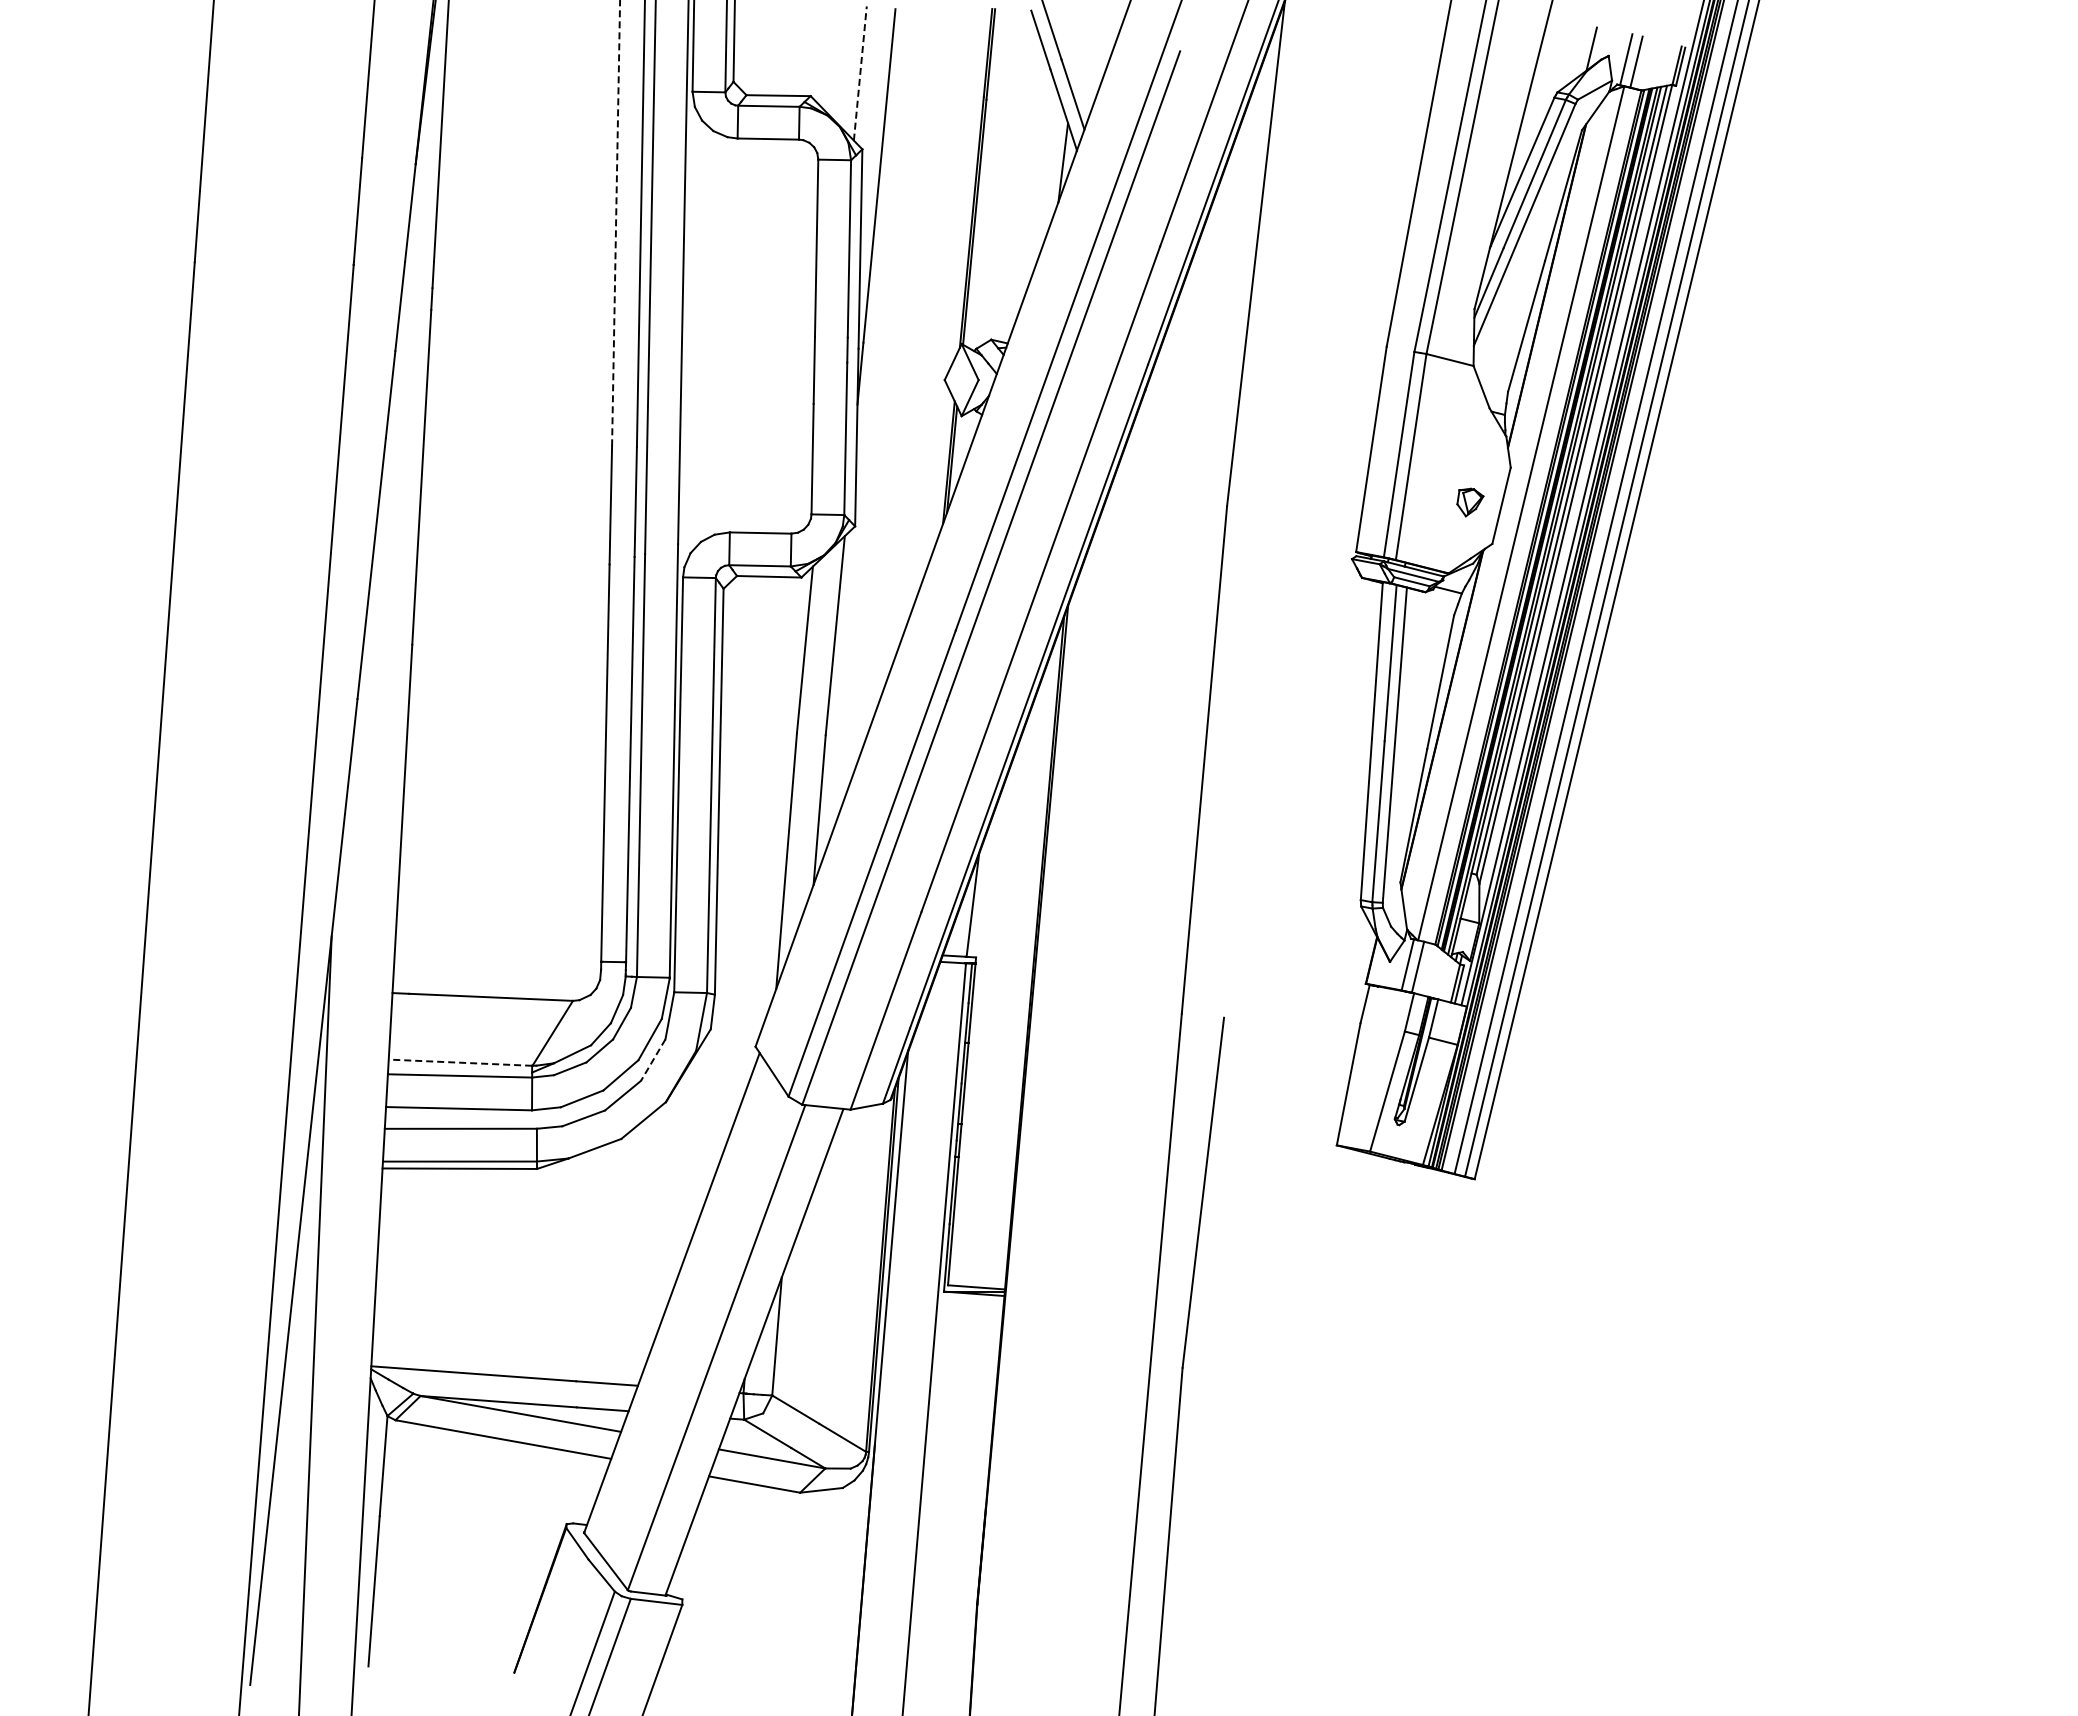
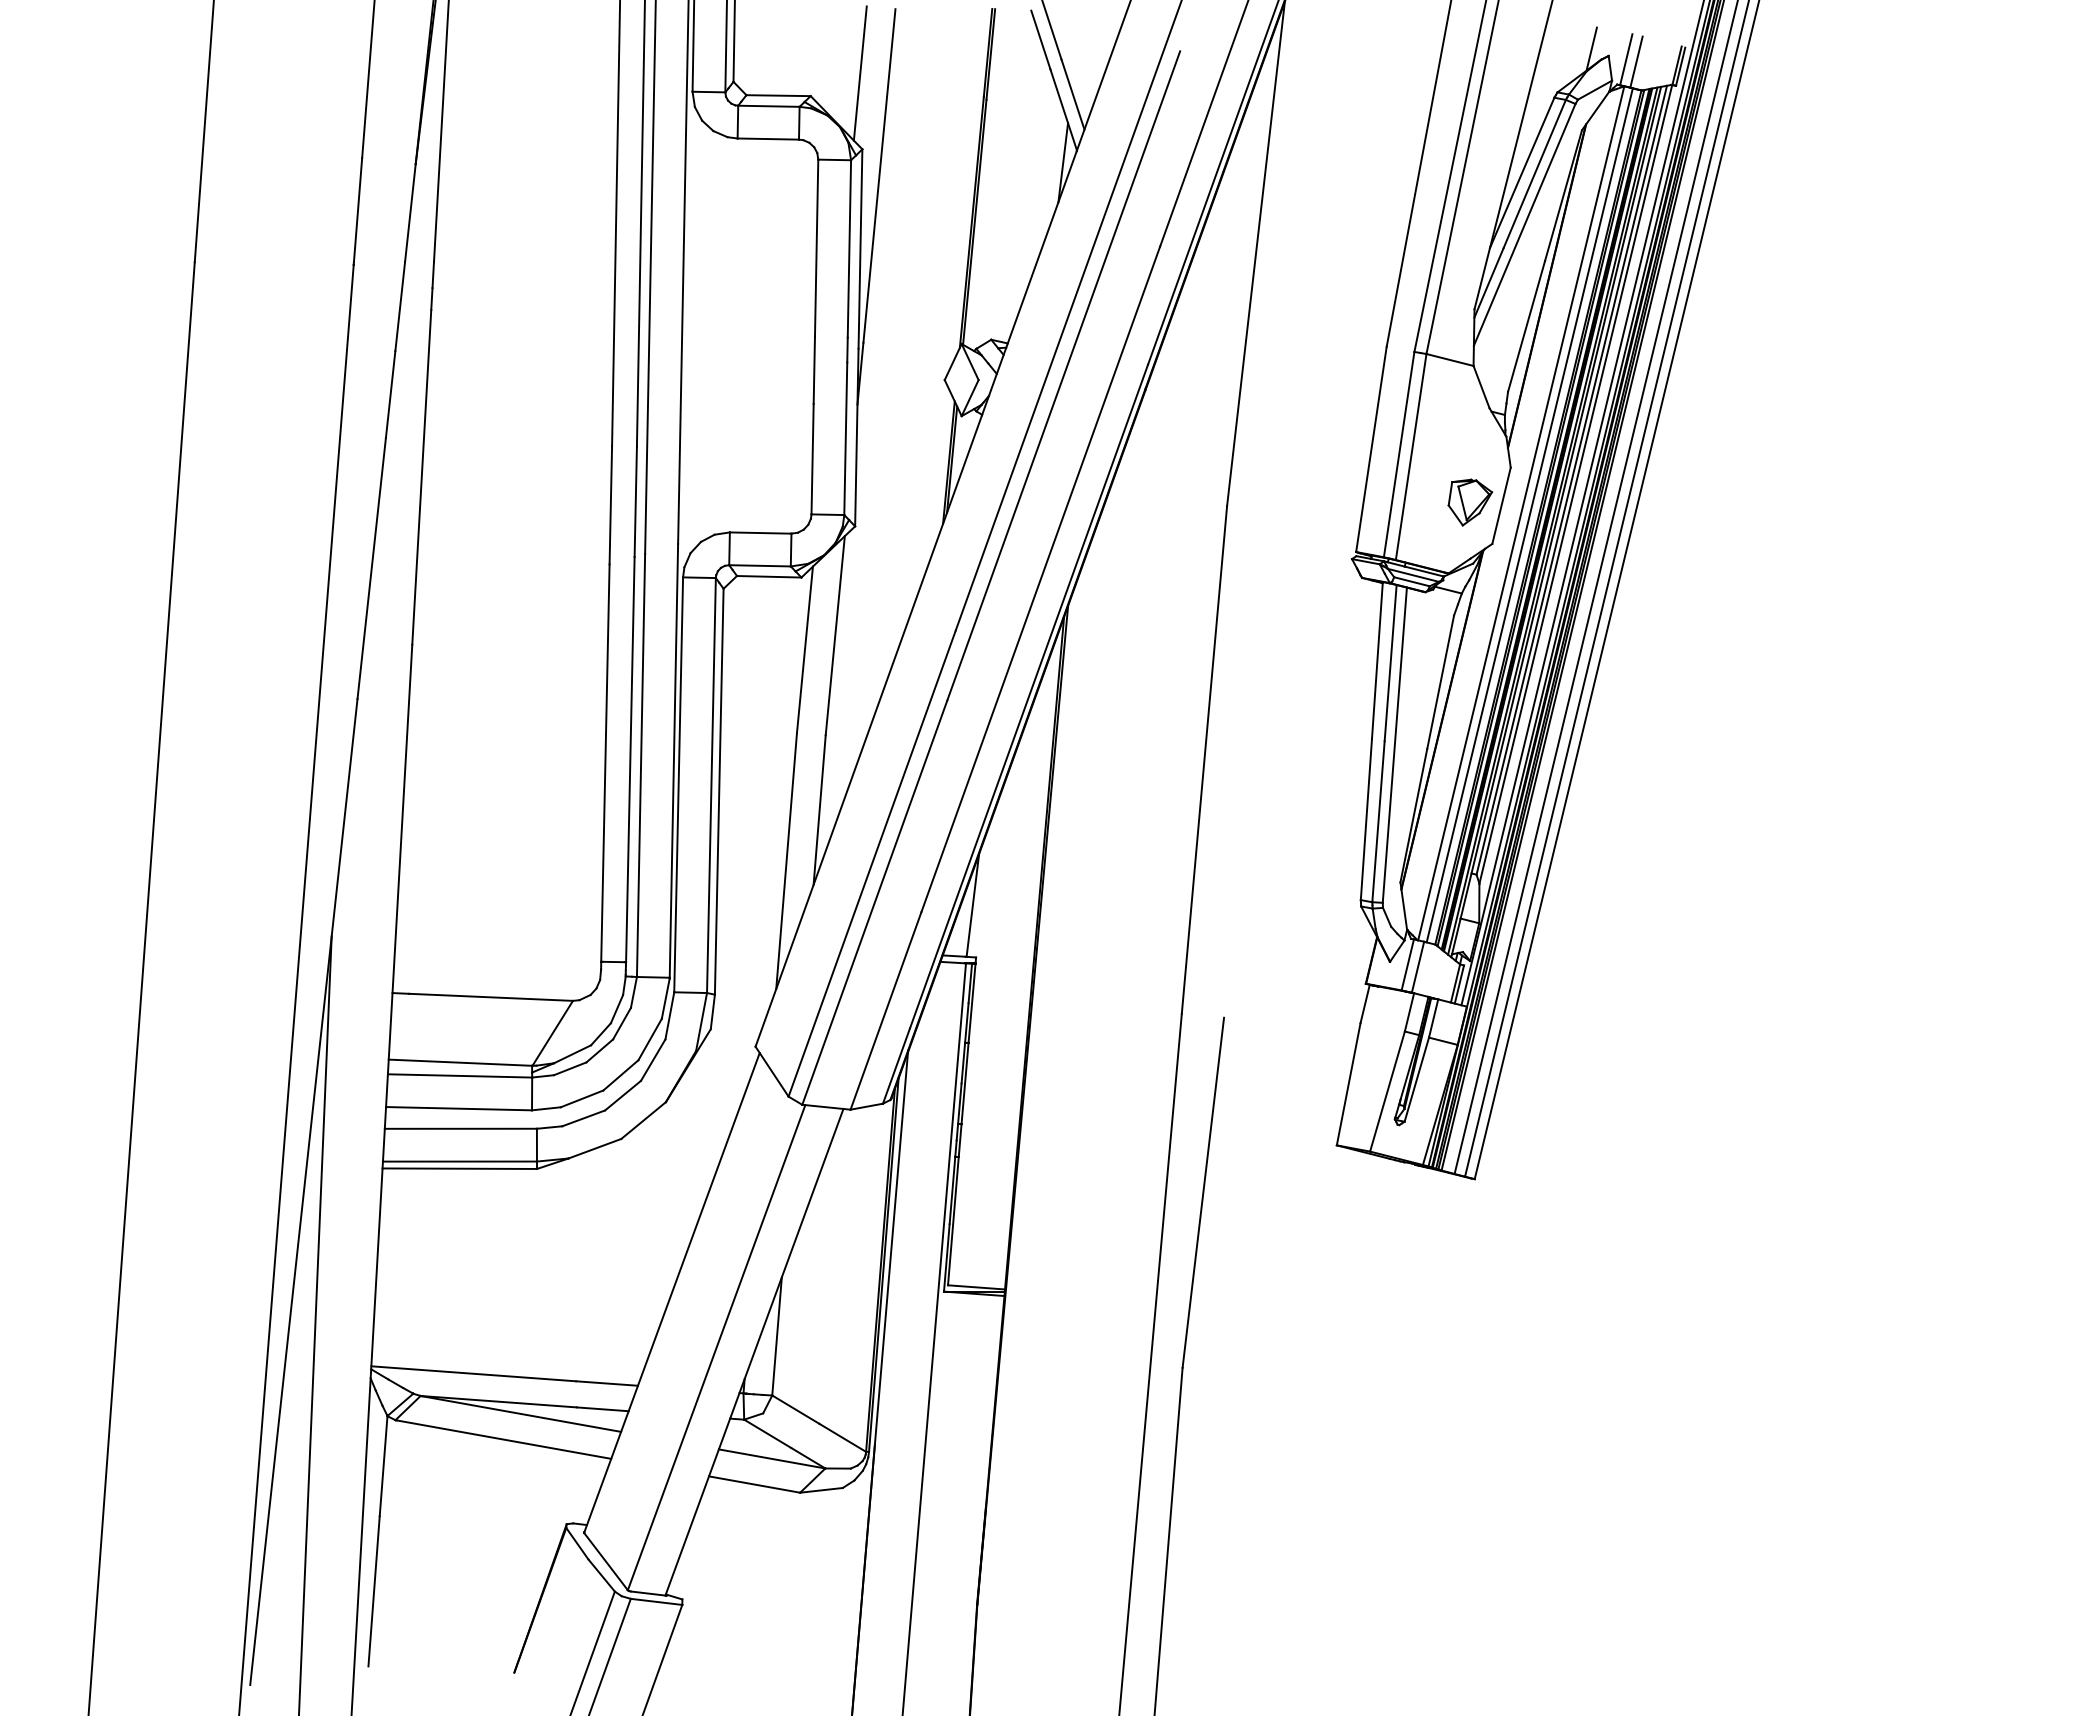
line at (860, 73): dashed -> solid
line at (616, 223): dashed -> solid
part at (1470, 502) size: 29x31 px -> 47x49 px
line at (1529, 515): none -> present
line at (652, 1060): dashed -> solid
line at (460, 1062): dashed -> solid
